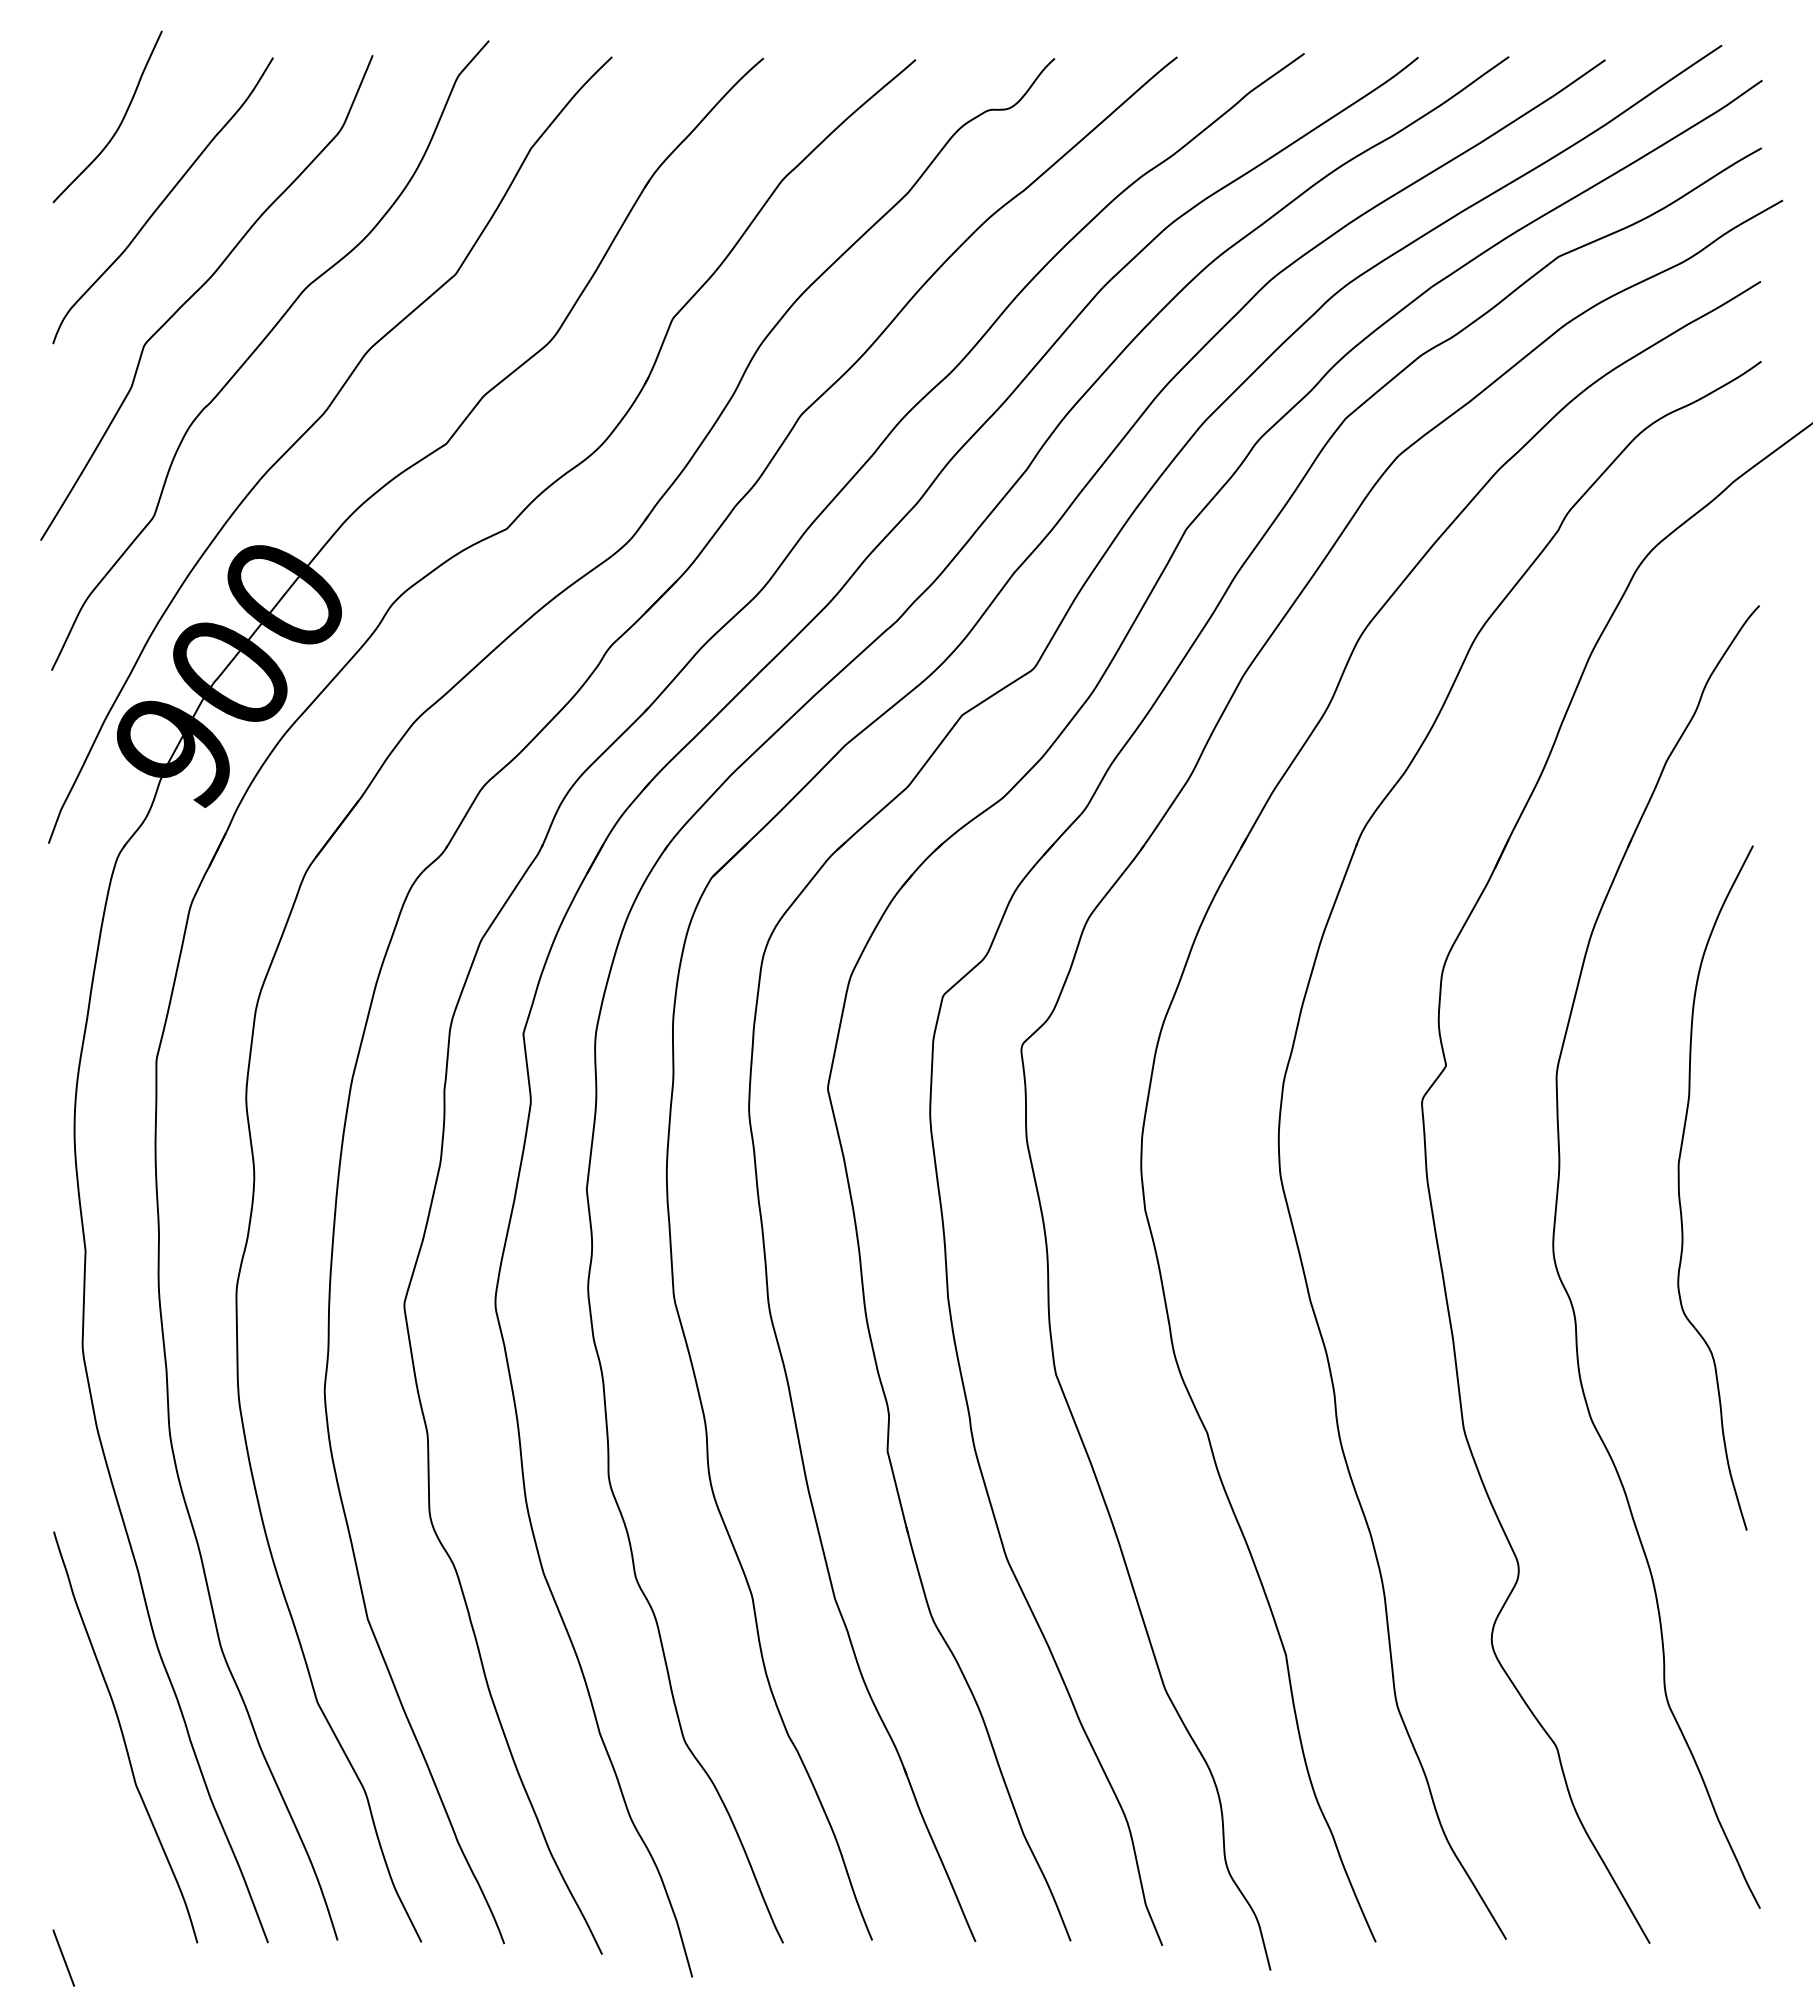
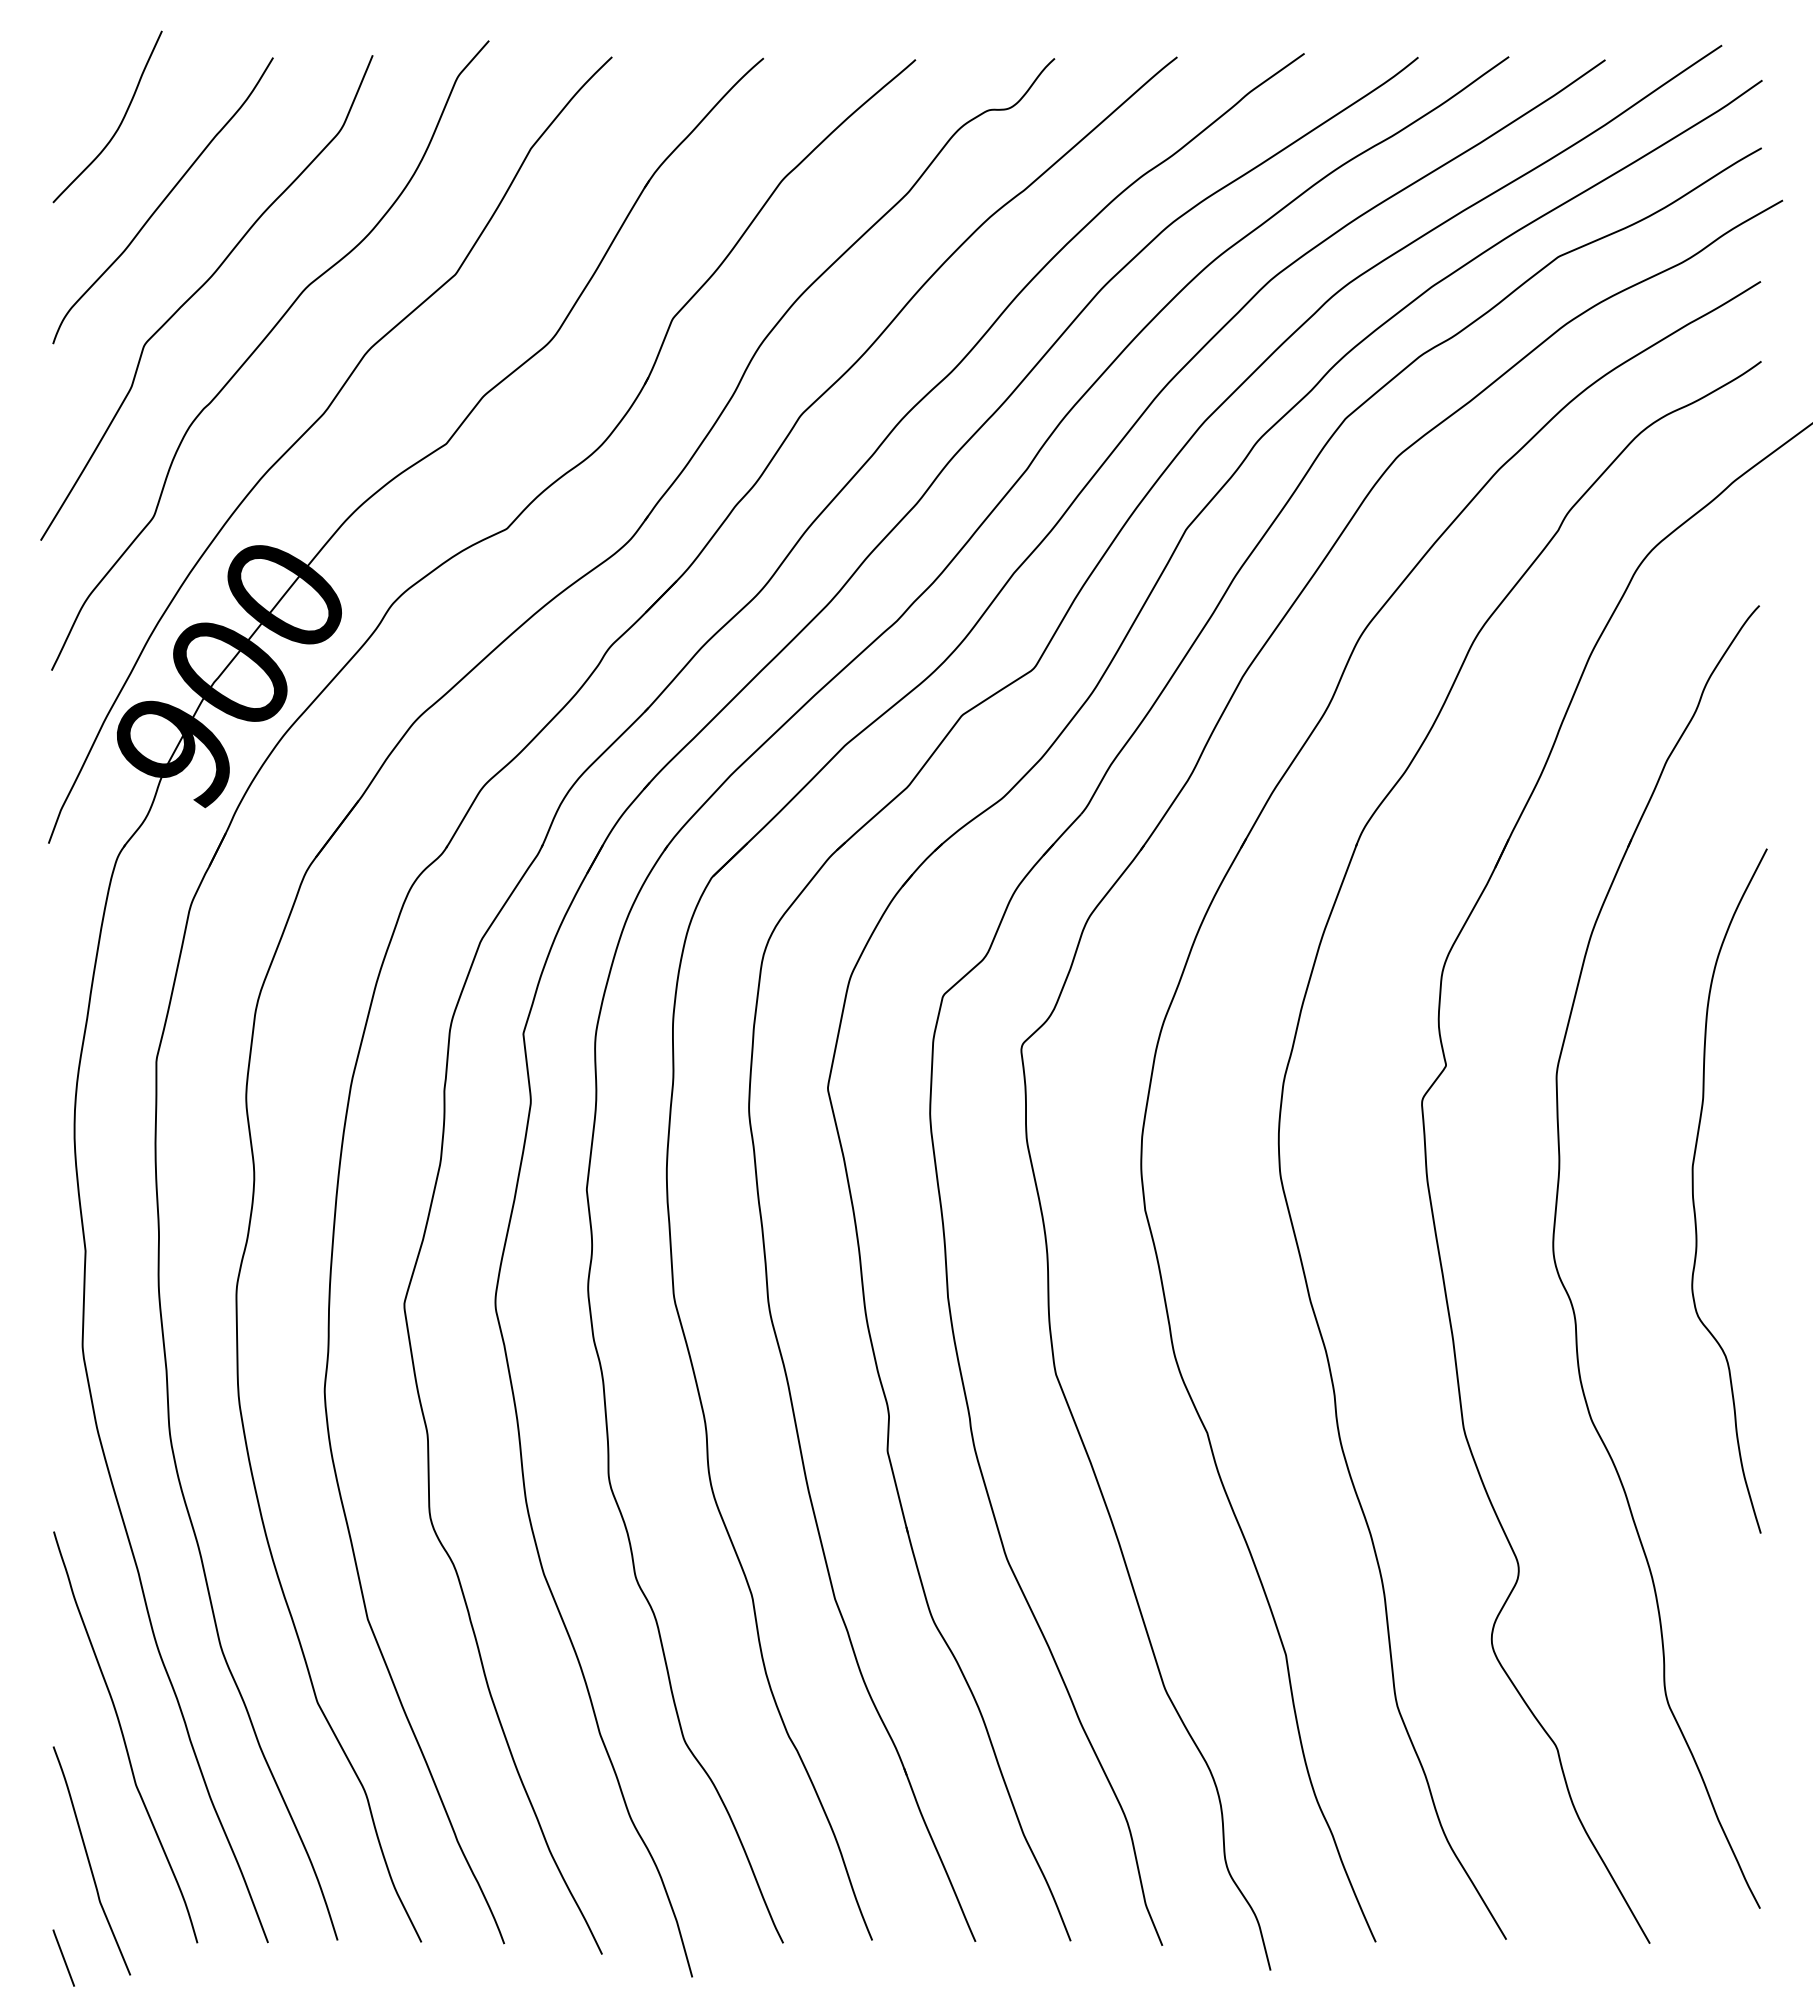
curve at (1679, 1187) position: (1679, 1187) -> (1693, 1190)
curve at (89, 1860): none -> present
